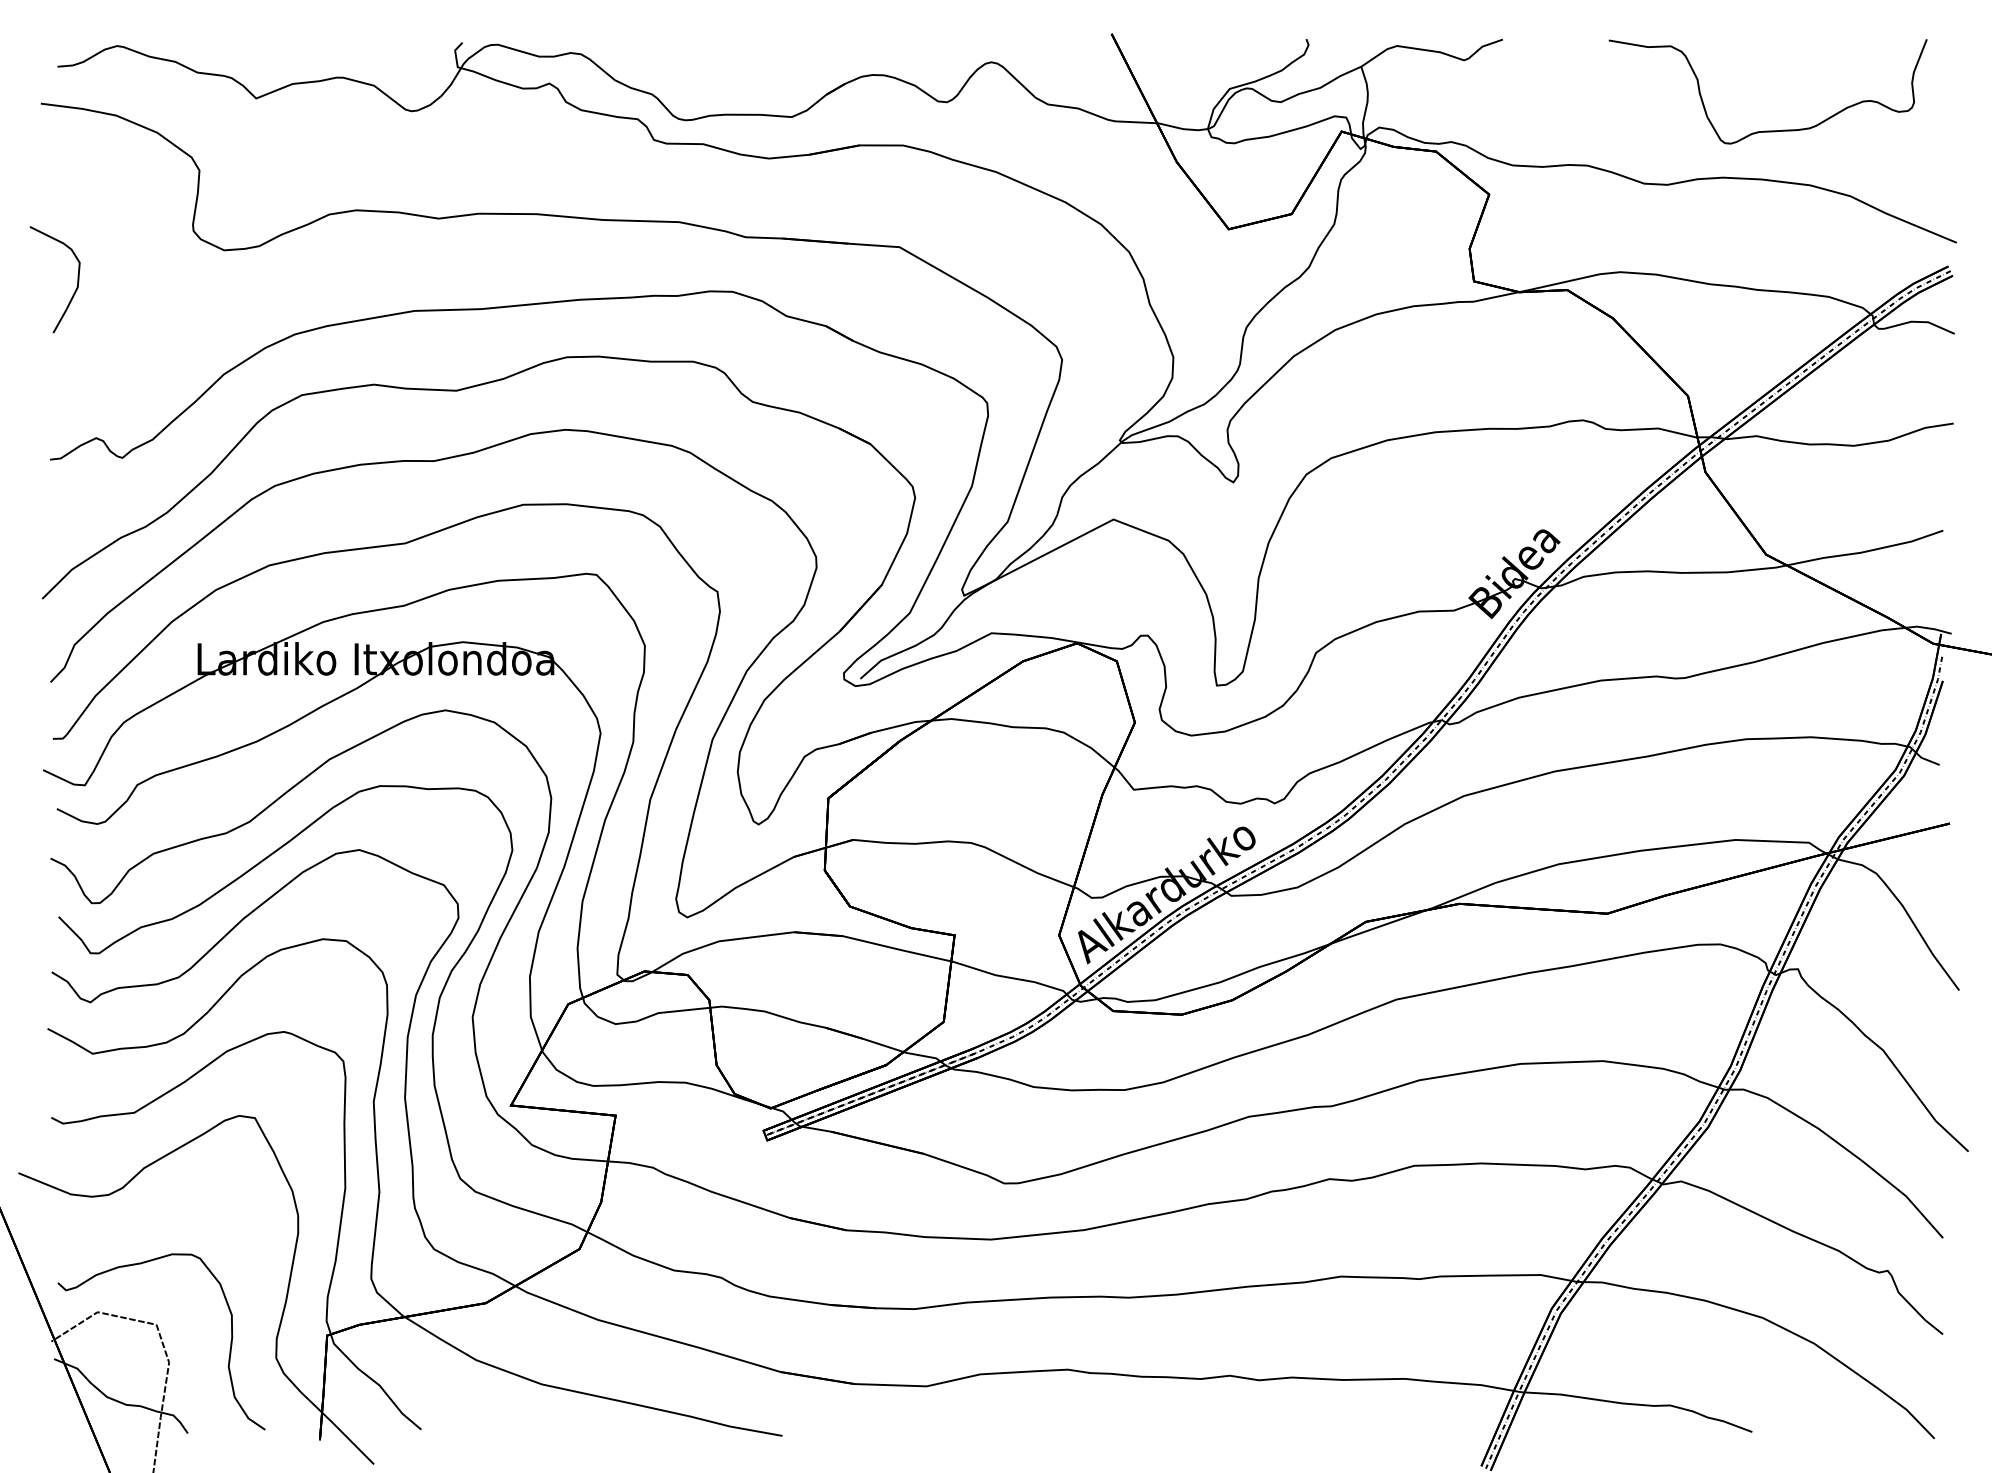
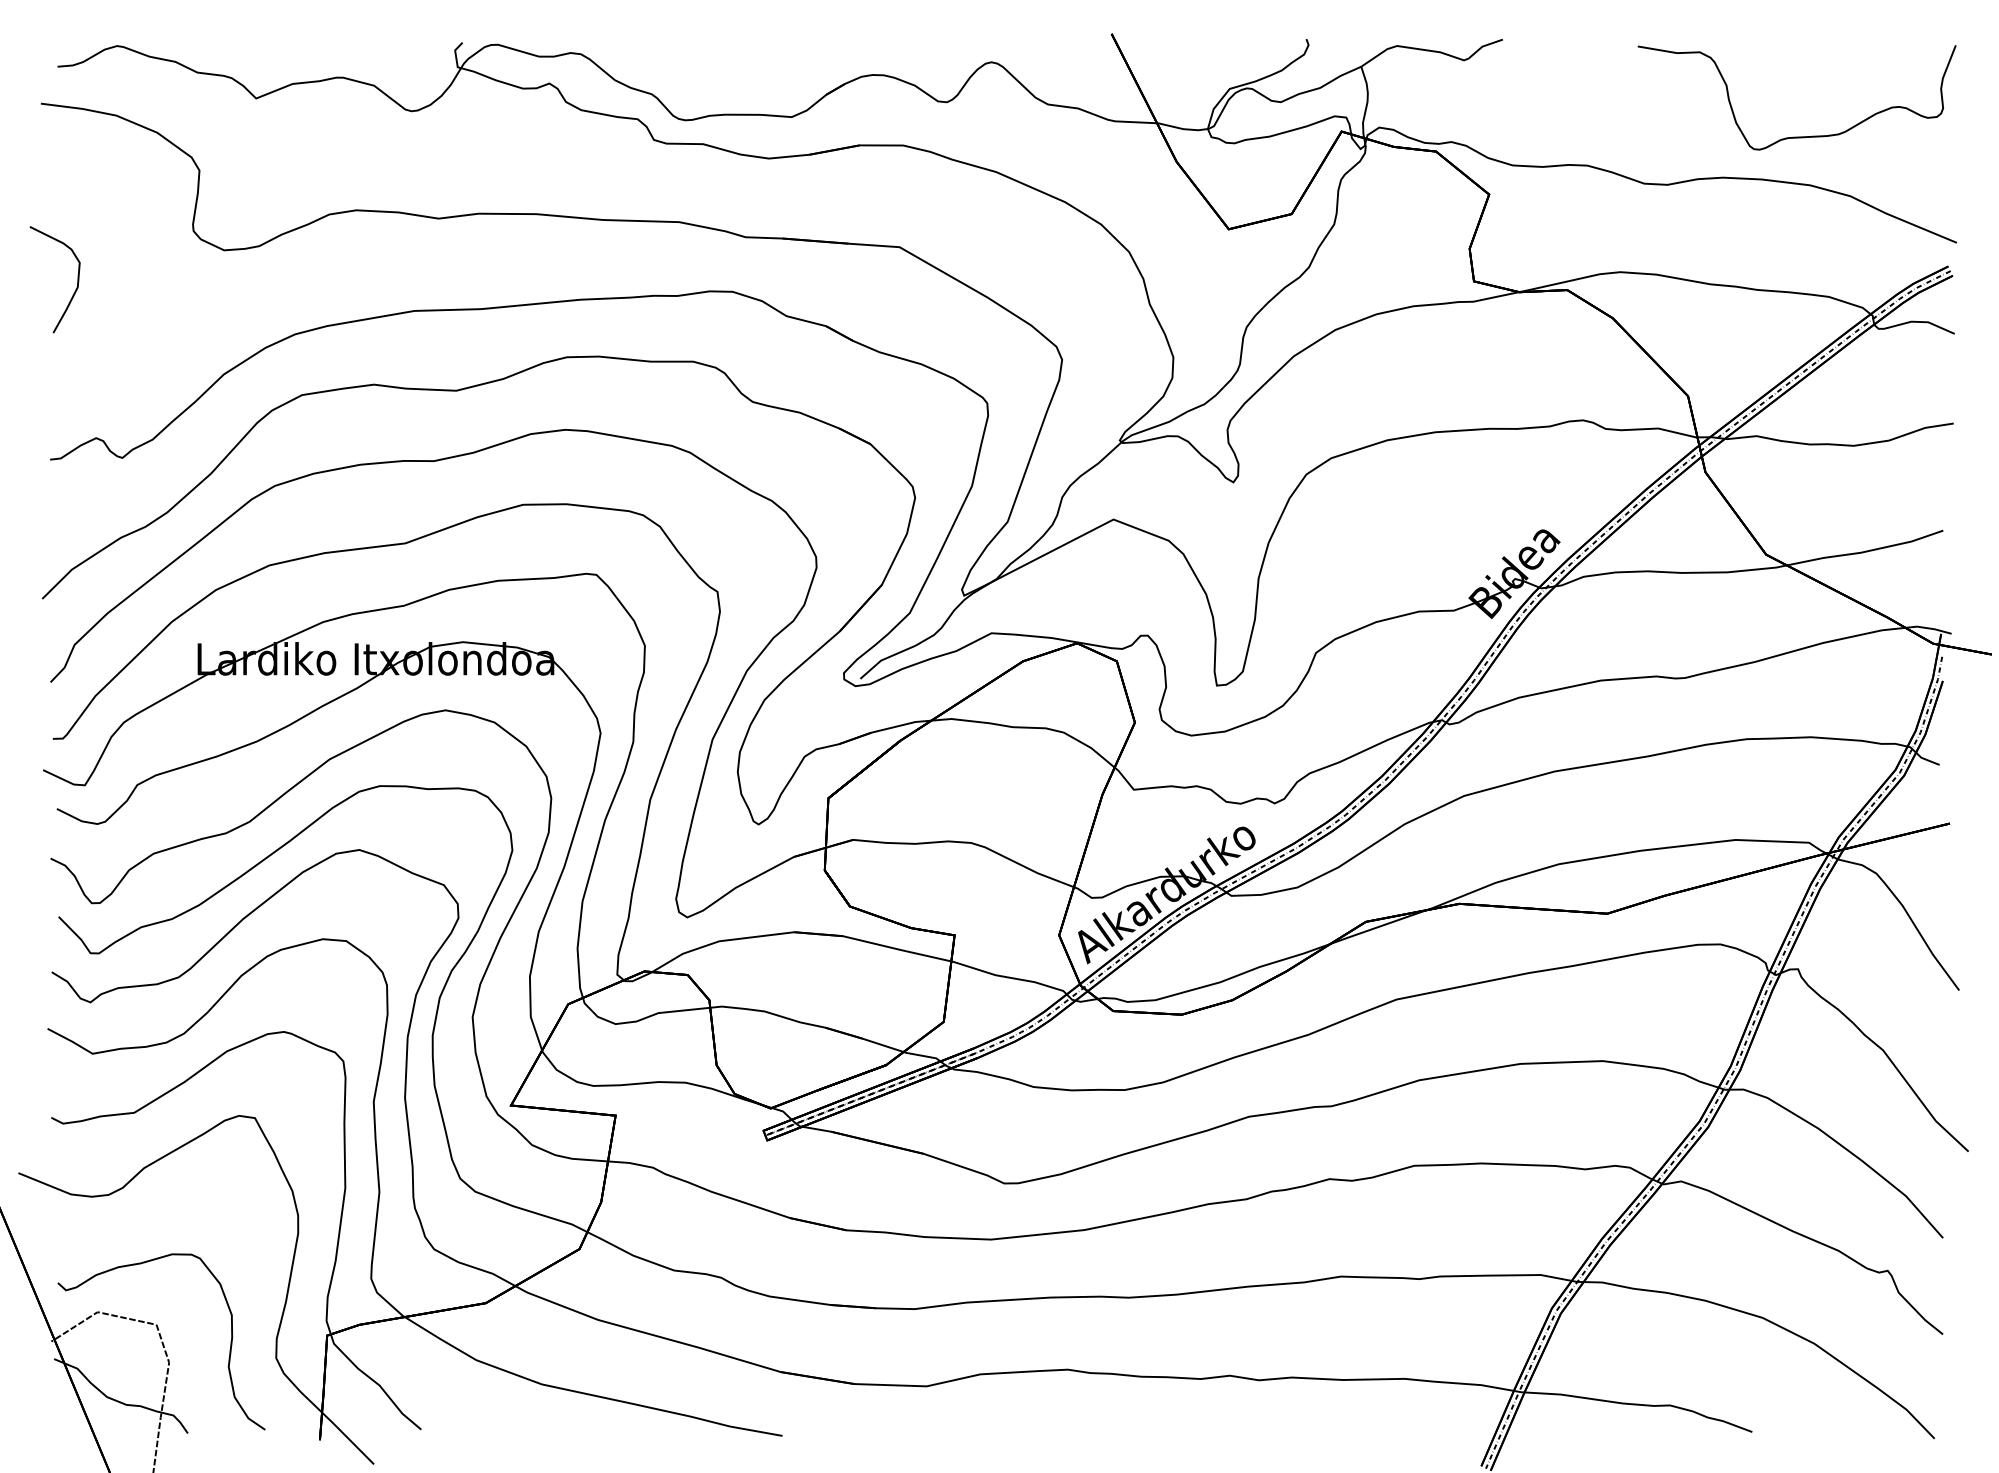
curve at (1767, 130) position: (1767, 130) -> (1796, 136)
